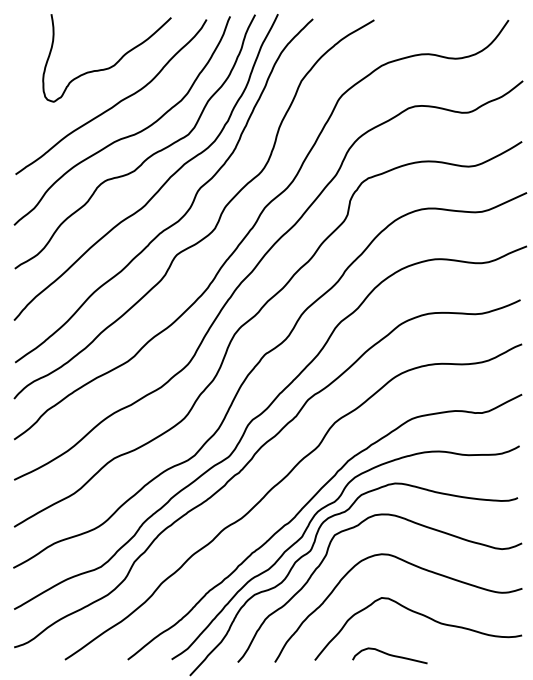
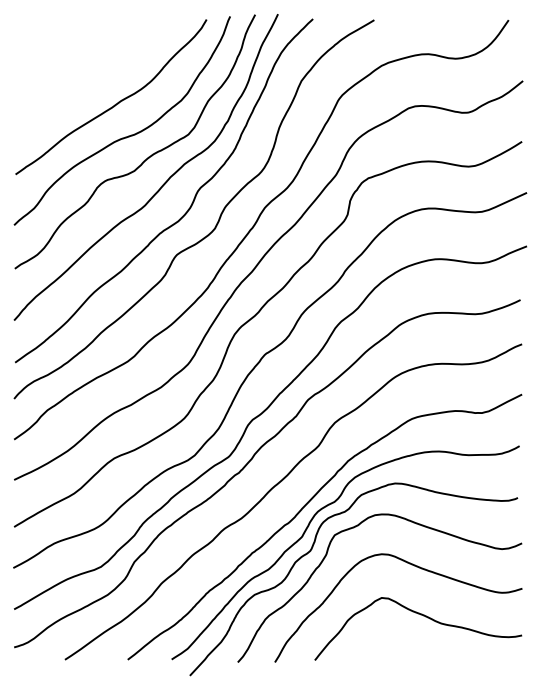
curve at (110, 66): present -> none
curve at (389, 655): present -> none
